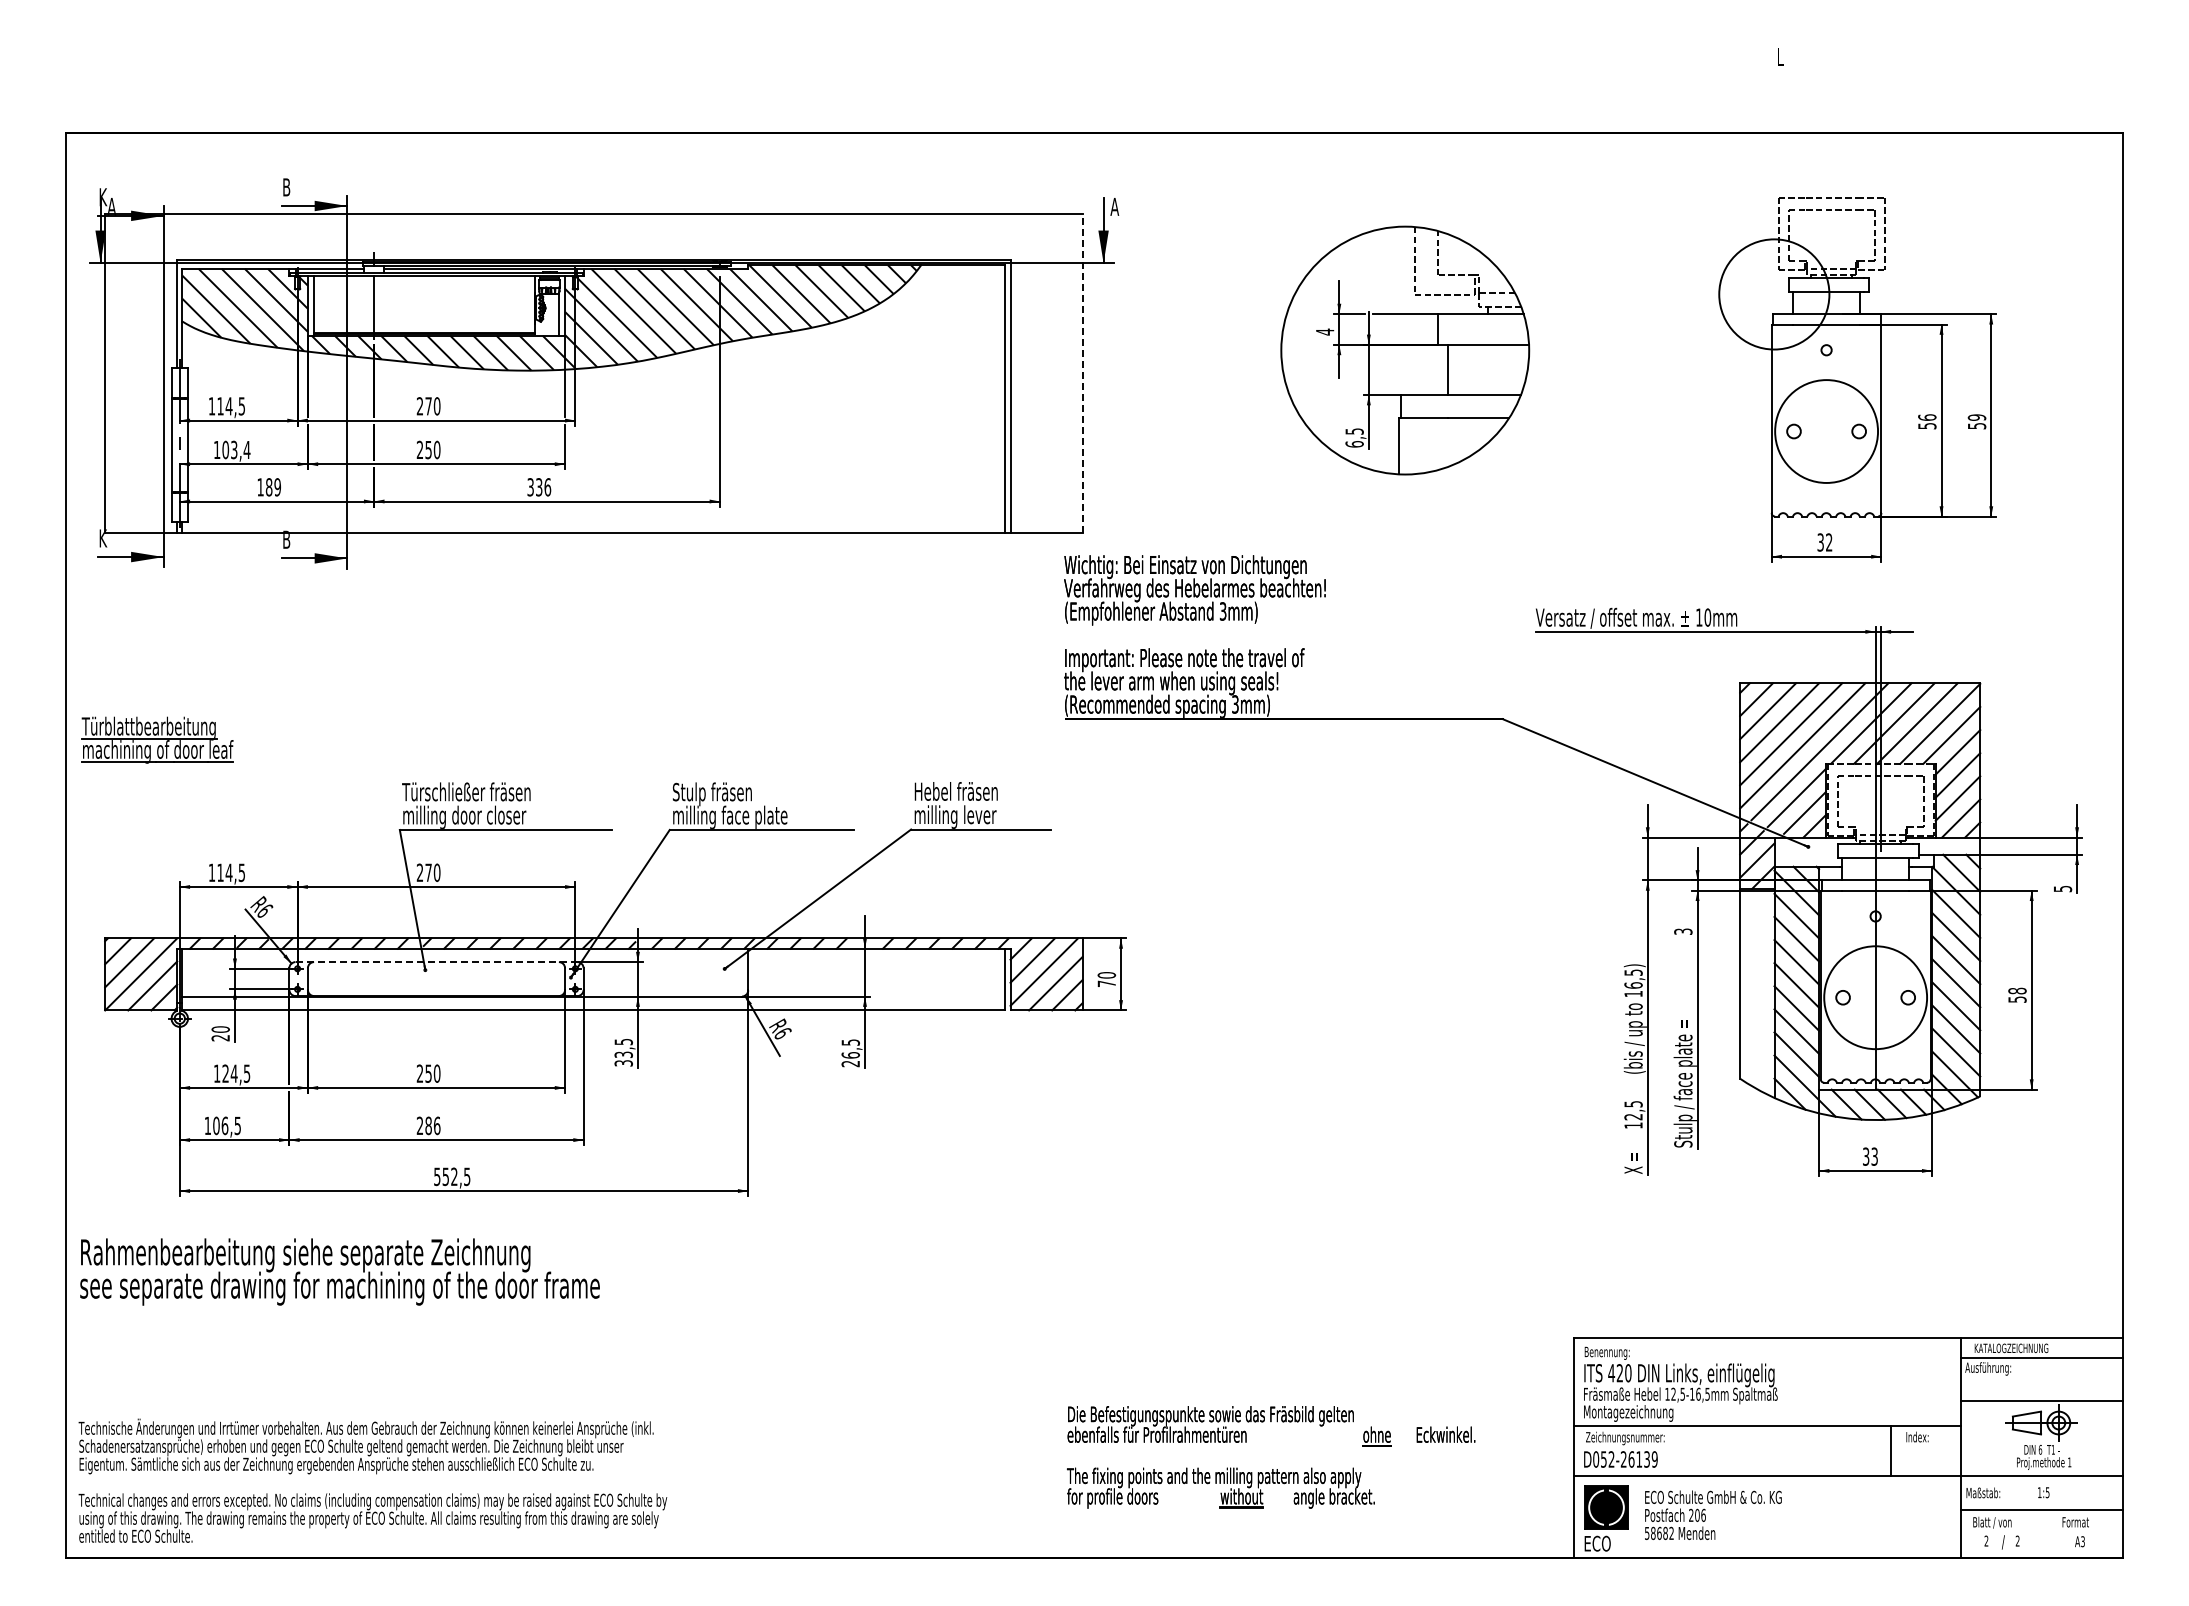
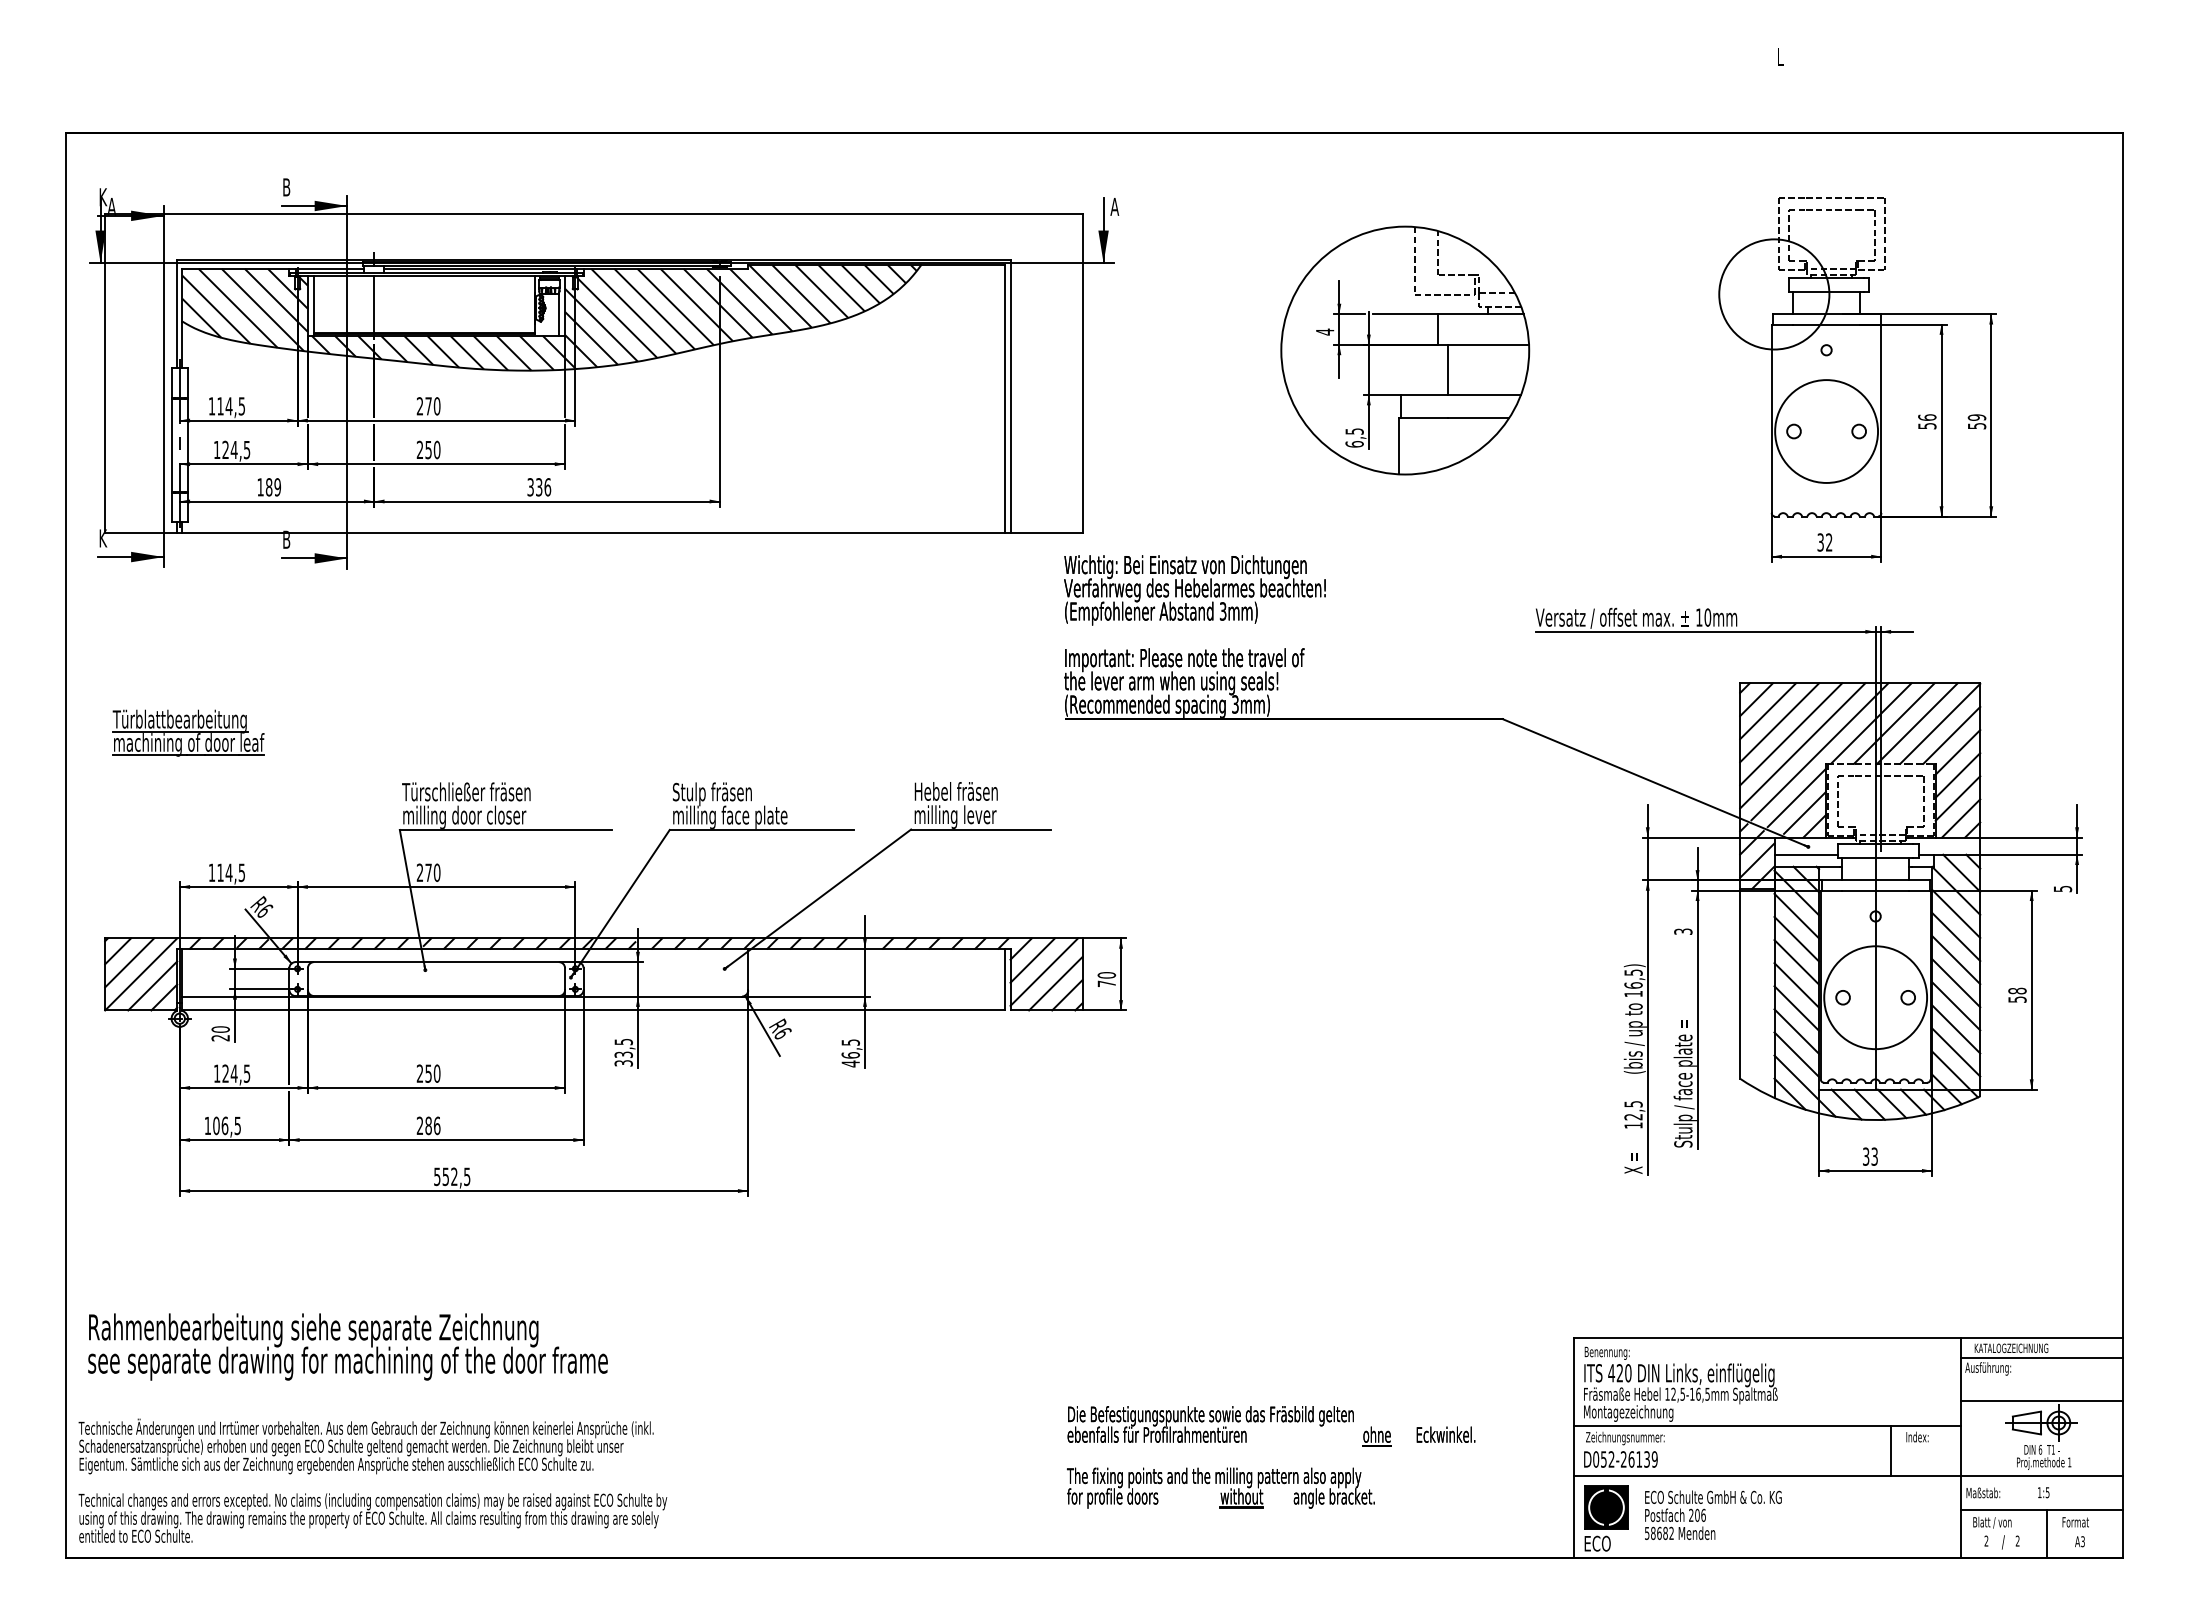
line at (1082, 372): dashed -> solid
text at (236, 449): 103,4 -> 124,5
part at (157, 739) position: (157, 739) -> (188, 732)
line at (1805, 854): none -> present
line at (436, 962): dashed -> solid
text at (850, 1063): 26,5 -> 46,5
text at (339, 1271) position: (339, 1271) -> (347, 1346)
line at (2047, 1533): none -> present
